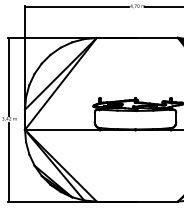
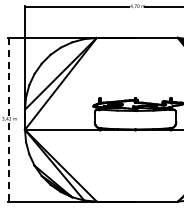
line at (9, 77): solid -> dashed
line at (9, 162): solid -> dashed
